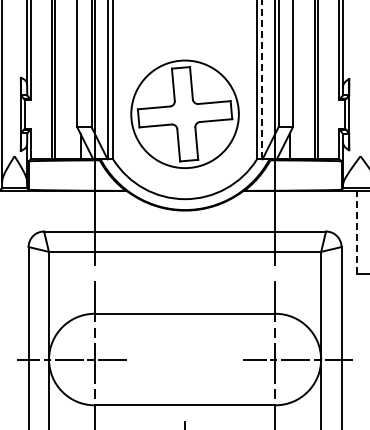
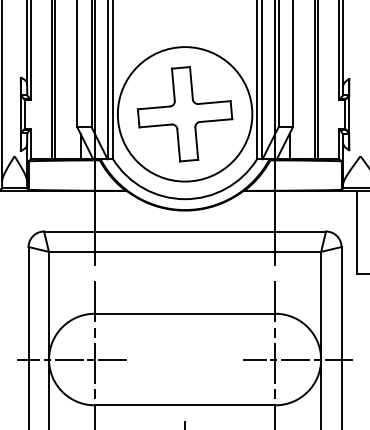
line at (261, 79): dashed -> solid
circle at (184, 114) diameter: 108 px -> 134 px
line at (357, 232): dashed -> solid
